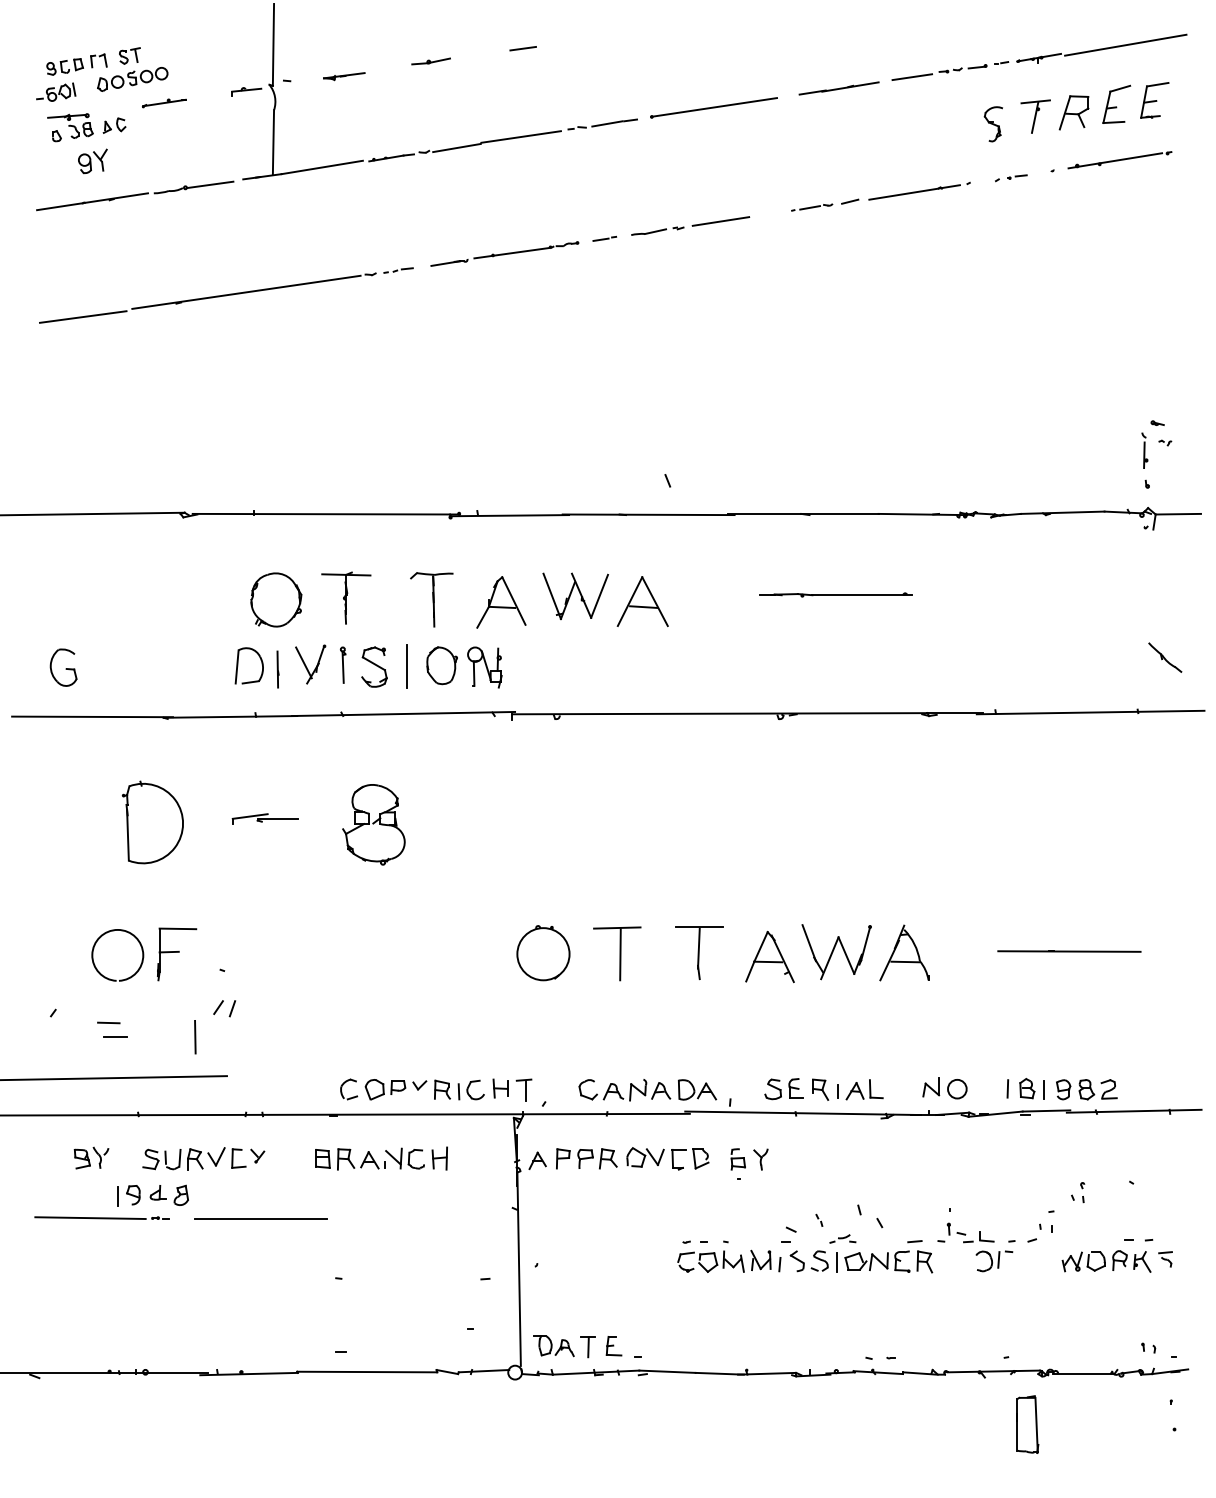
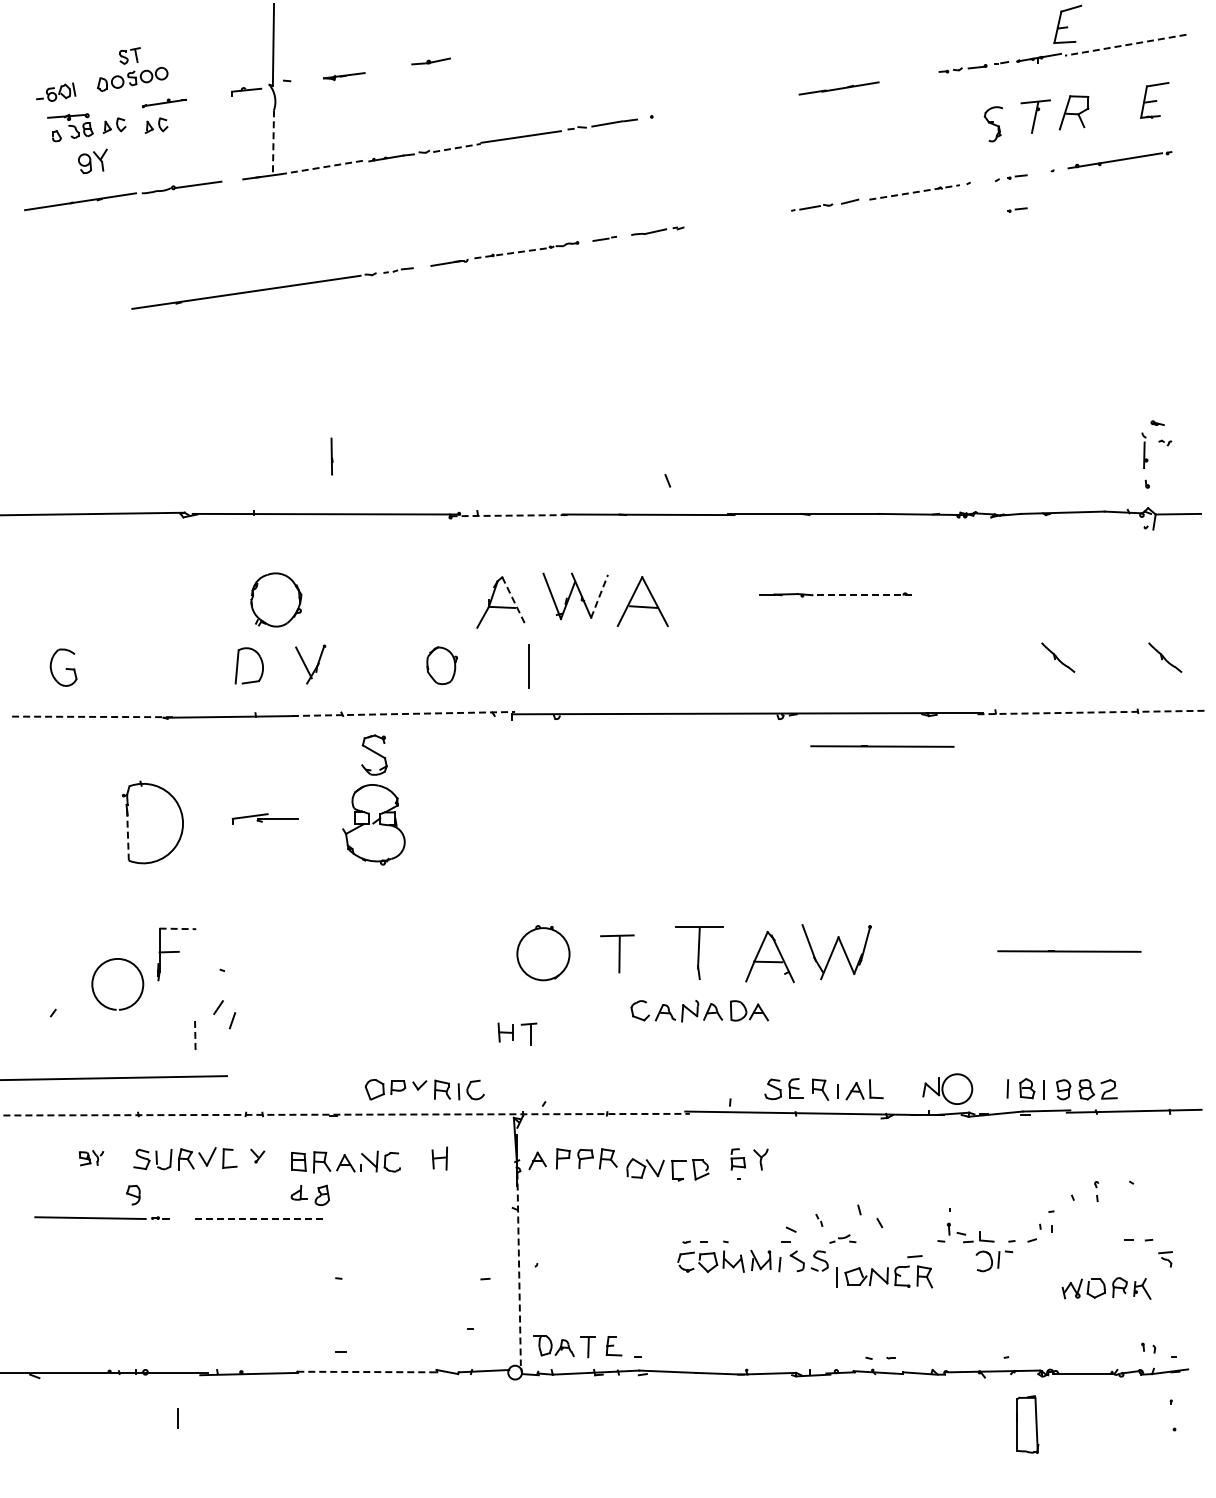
line at (1125, 45): solid -> dashed
line at (522, 48): present -> none
part at (76, 64): present -> none
line at (912, 77): present -> none
part at (1116, 103) position: (1116, 103) -> (1067, 23)
line at (714, 107): present -> none
part at (156, 125): none -> present
line at (273, 143): solid -> dashed
line at (457, 147): solid -> dashed
line at (321, 167): solid -> dashed
line at (914, 192): solid -> dashed
part at (135, 195) position: (135, 195) -> (123, 195)
part at (1017, 209): none -> present
line at (720, 221): present -> none
line at (512, 253): solid -> dashed
line at (82, 316): present -> none
line at (510, 515): solid -> dashed
line at (599, 595): solid -> dashed
line at (862, 595): solid -> dashed
part at (346, 597): present -> none
part at (431, 599): present -> none
line at (514, 601): solid -> dashed
part at (1058, 657): none -> present
part at (343, 664): present -> none
part at (374, 666) position: (374, 666) -> (374, 754)
line at (406, 666) position: (406, 666) -> (528, 666)
part at (484, 667): present -> none
line at (277, 669) position: (277, 669) -> (331, 456)
line at (1090, 712): solid -> dashed
line at (403, 714): solid -> dashed
line at (93, 716): solid -> dashed
line at (882, 746): none -> present
line at (127, 834): solid -> dashed
line at (178, 928): solid -> dashed
part at (904, 952): present -> none
part at (617, 953) size: 49x56 px -> 35x40 px
arc at (95, 964) position: (95, 964) -> (95, 993)
line at (232, 1008) position: (232, 1008) -> (232, 1020)
line at (108, 1022): present -> none
line at (115, 1036): present -> none
line at (195, 1037): solid -> dashed
part at (344, 1084): present -> none
circle at (957, 1088) diameter: 19 px -> 30 px
part at (512, 1089) position: (512, 1089) -> (517, 1033)
part at (647, 1090) position: (647, 1090) -> (699, 1011)
line at (345, 1114): solid -> dashed
part at (91, 1157) size: 37x24 px -> 26x17 px
part at (194, 1158) position: (194, 1158) -> (185, 1158)
part at (369, 1158) position: (369, 1158) -> (345, 1161)
part at (667, 1158) position: (667, 1158) -> (667, 1169)
part at (1082, 1192) position: (1082, 1192) -> (1096, 1191)
part at (168, 1194) position: (168, 1194) -> (309, 1194)
line at (117, 1196) position: (117, 1196) -> (177, 1418)
line at (260, 1219): solid -> dashed
part at (884, 1256) position: (884, 1256) -> (884, 1271)
part at (1106, 1261) position: (1106, 1261) -> (1106, 1288)
line at (519, 1269): solid -> dashed
line at (367, 1372): solid -> dashed
